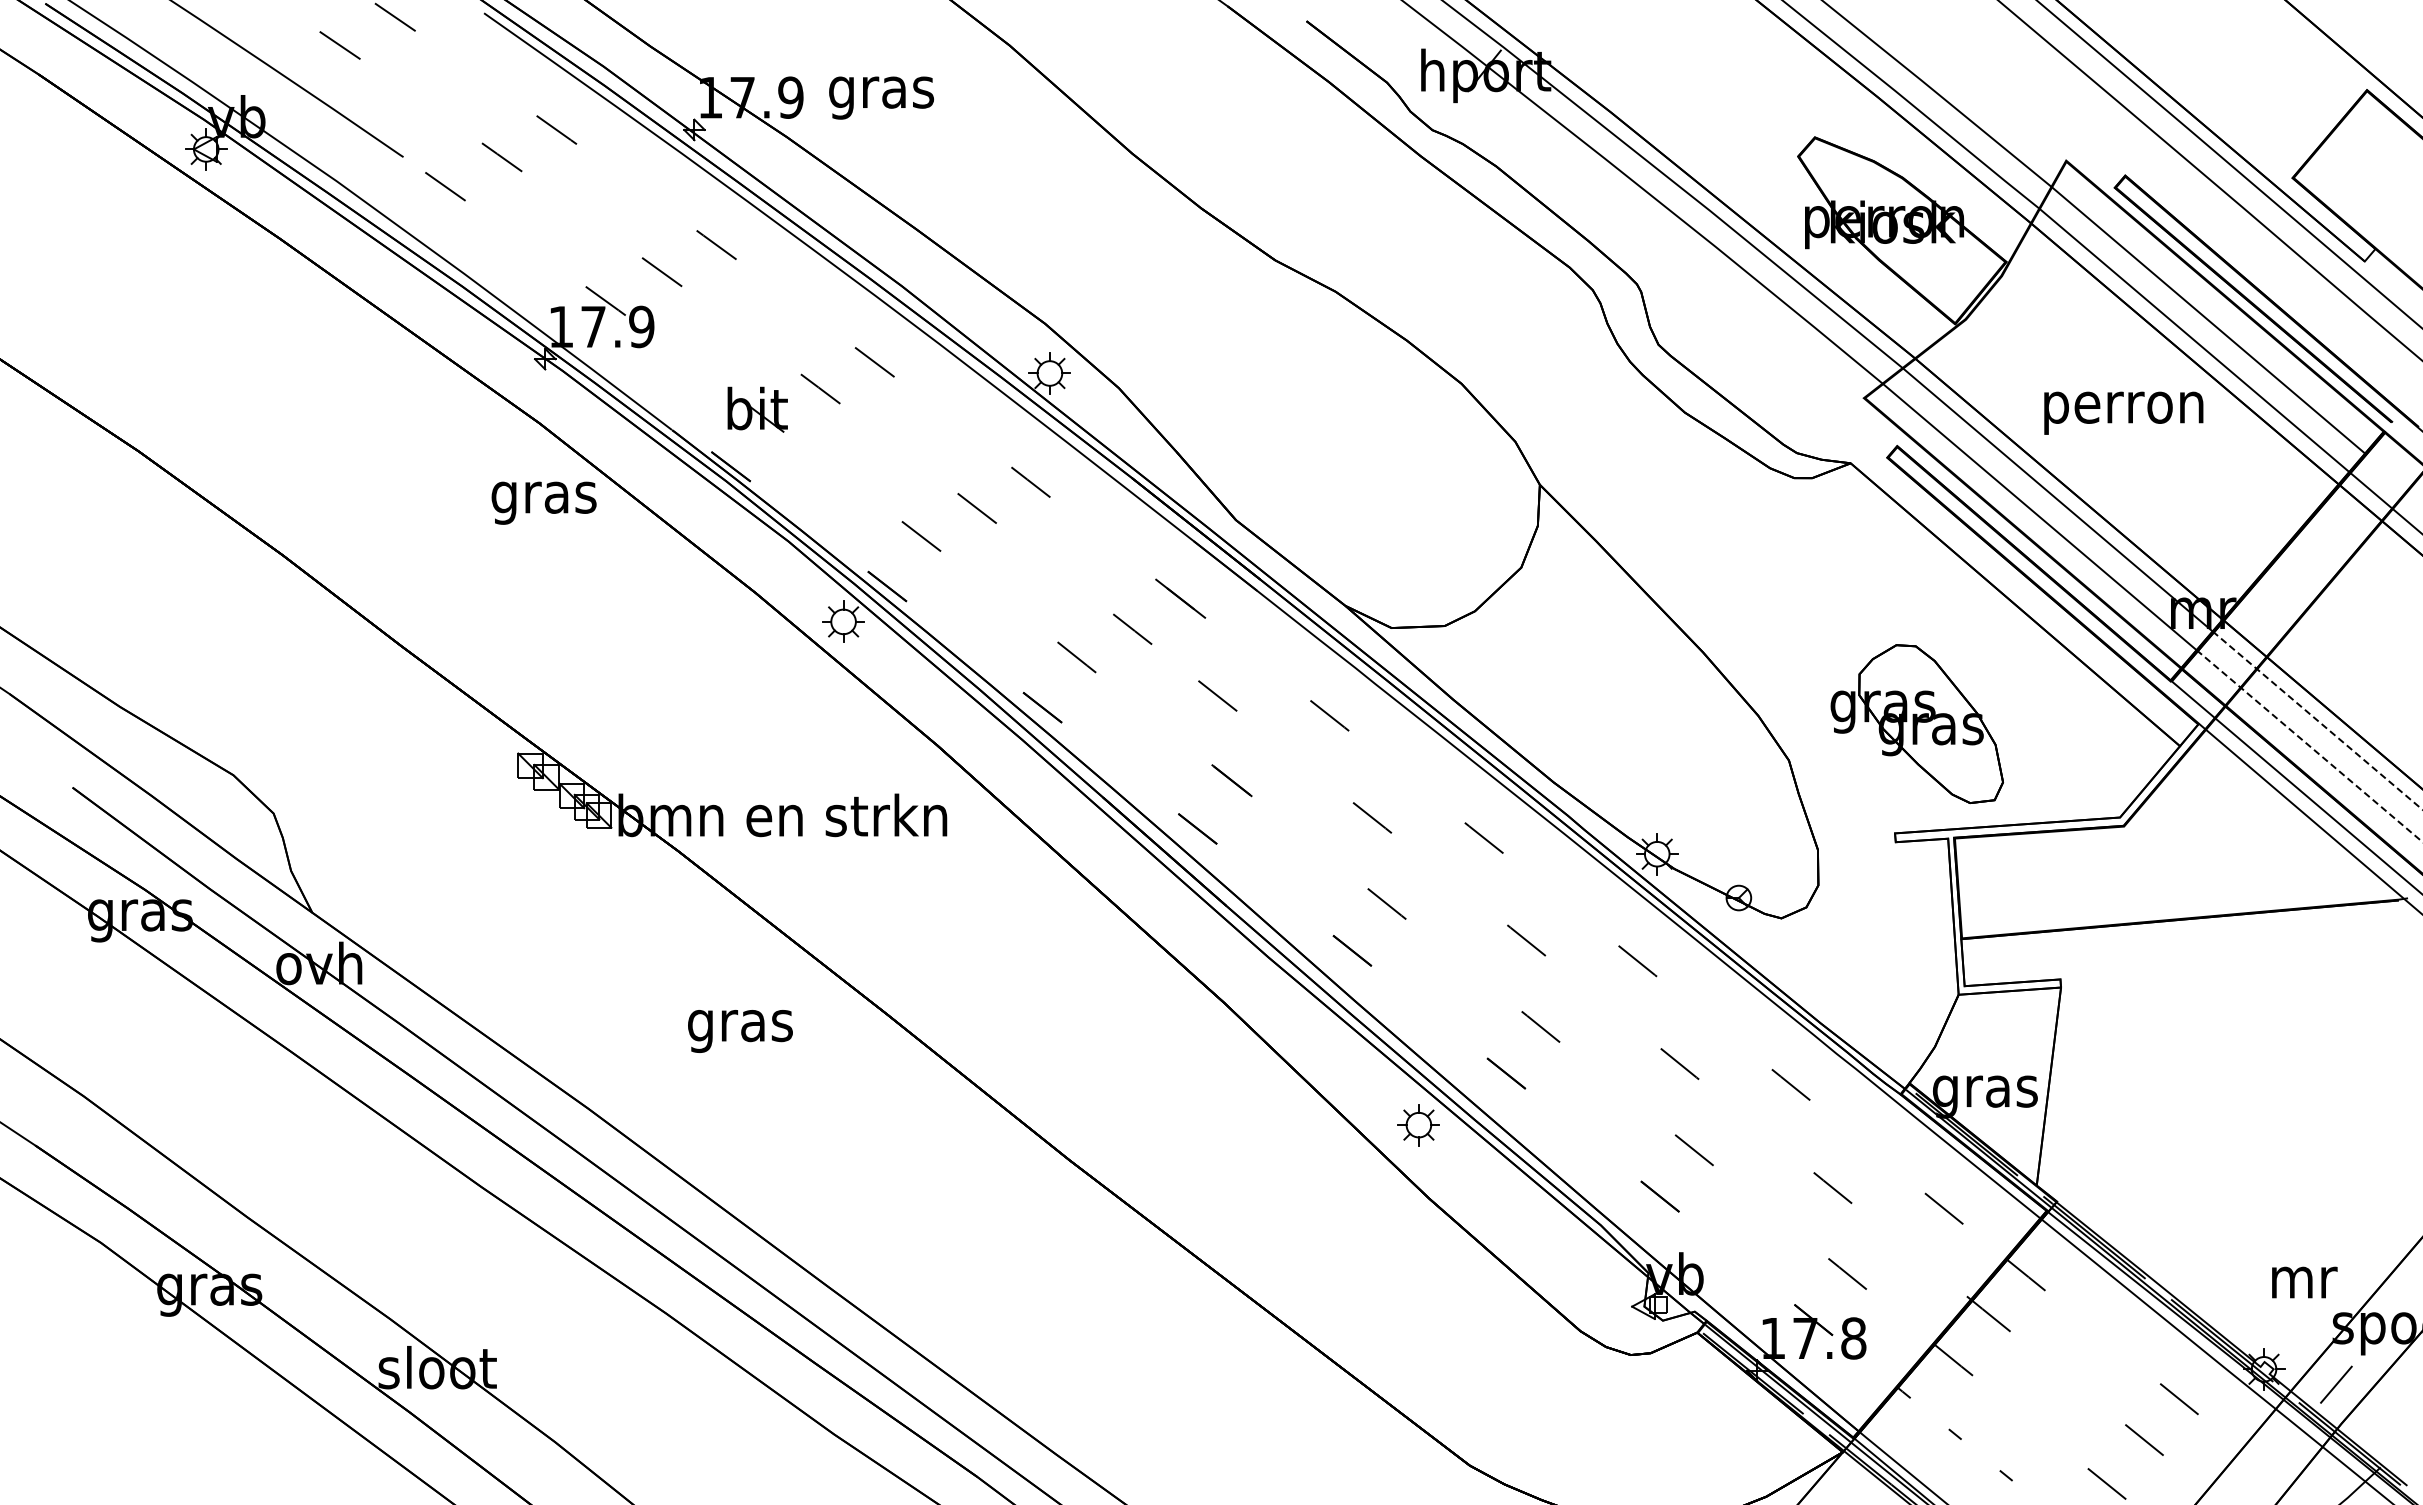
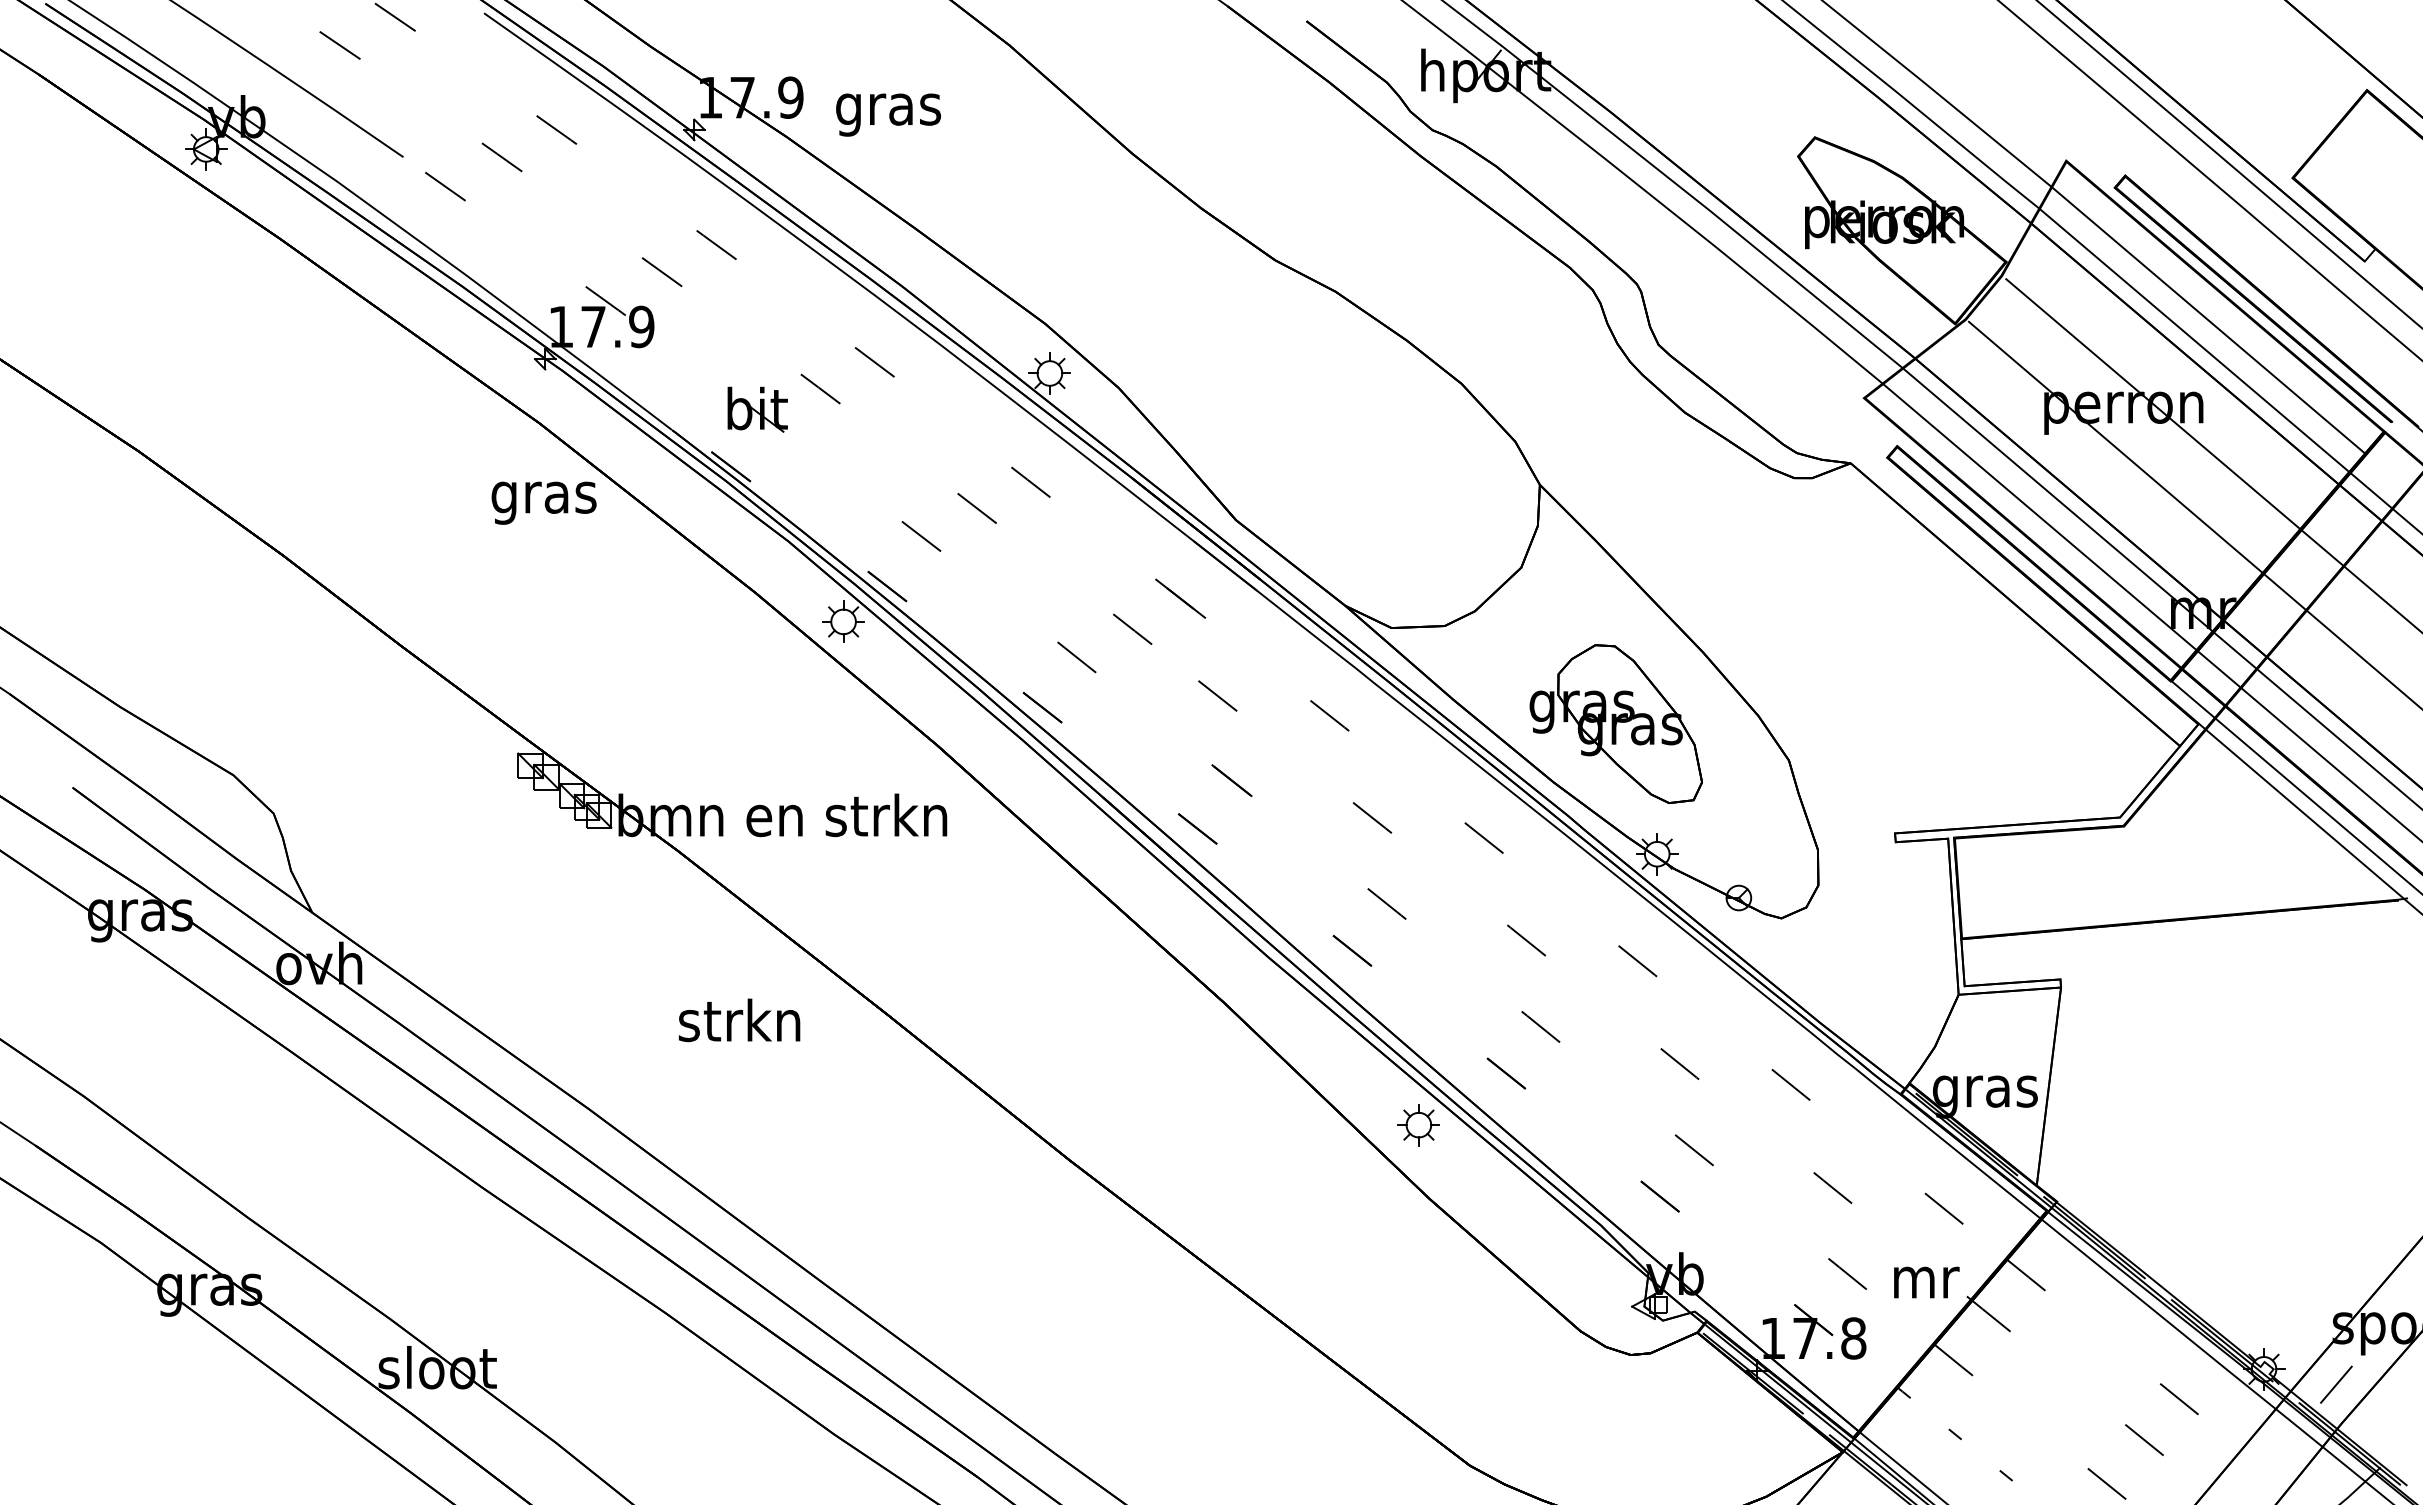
text at (881, 97) position: (881, 97) -> (888, 114)
line at (2212, 454): none -> present
line at (2193, 514): none -> present
line at (2317, 720): dashed -> solid
part at (1916, 723) position: (1916, 723) -> (1615, 723)
line at (2310, 746): dashed -> solid
text at (739, 1025): gras -> strkn
text at (2304, 1282) position: (2304, 1282) -> (1926, 1282)
